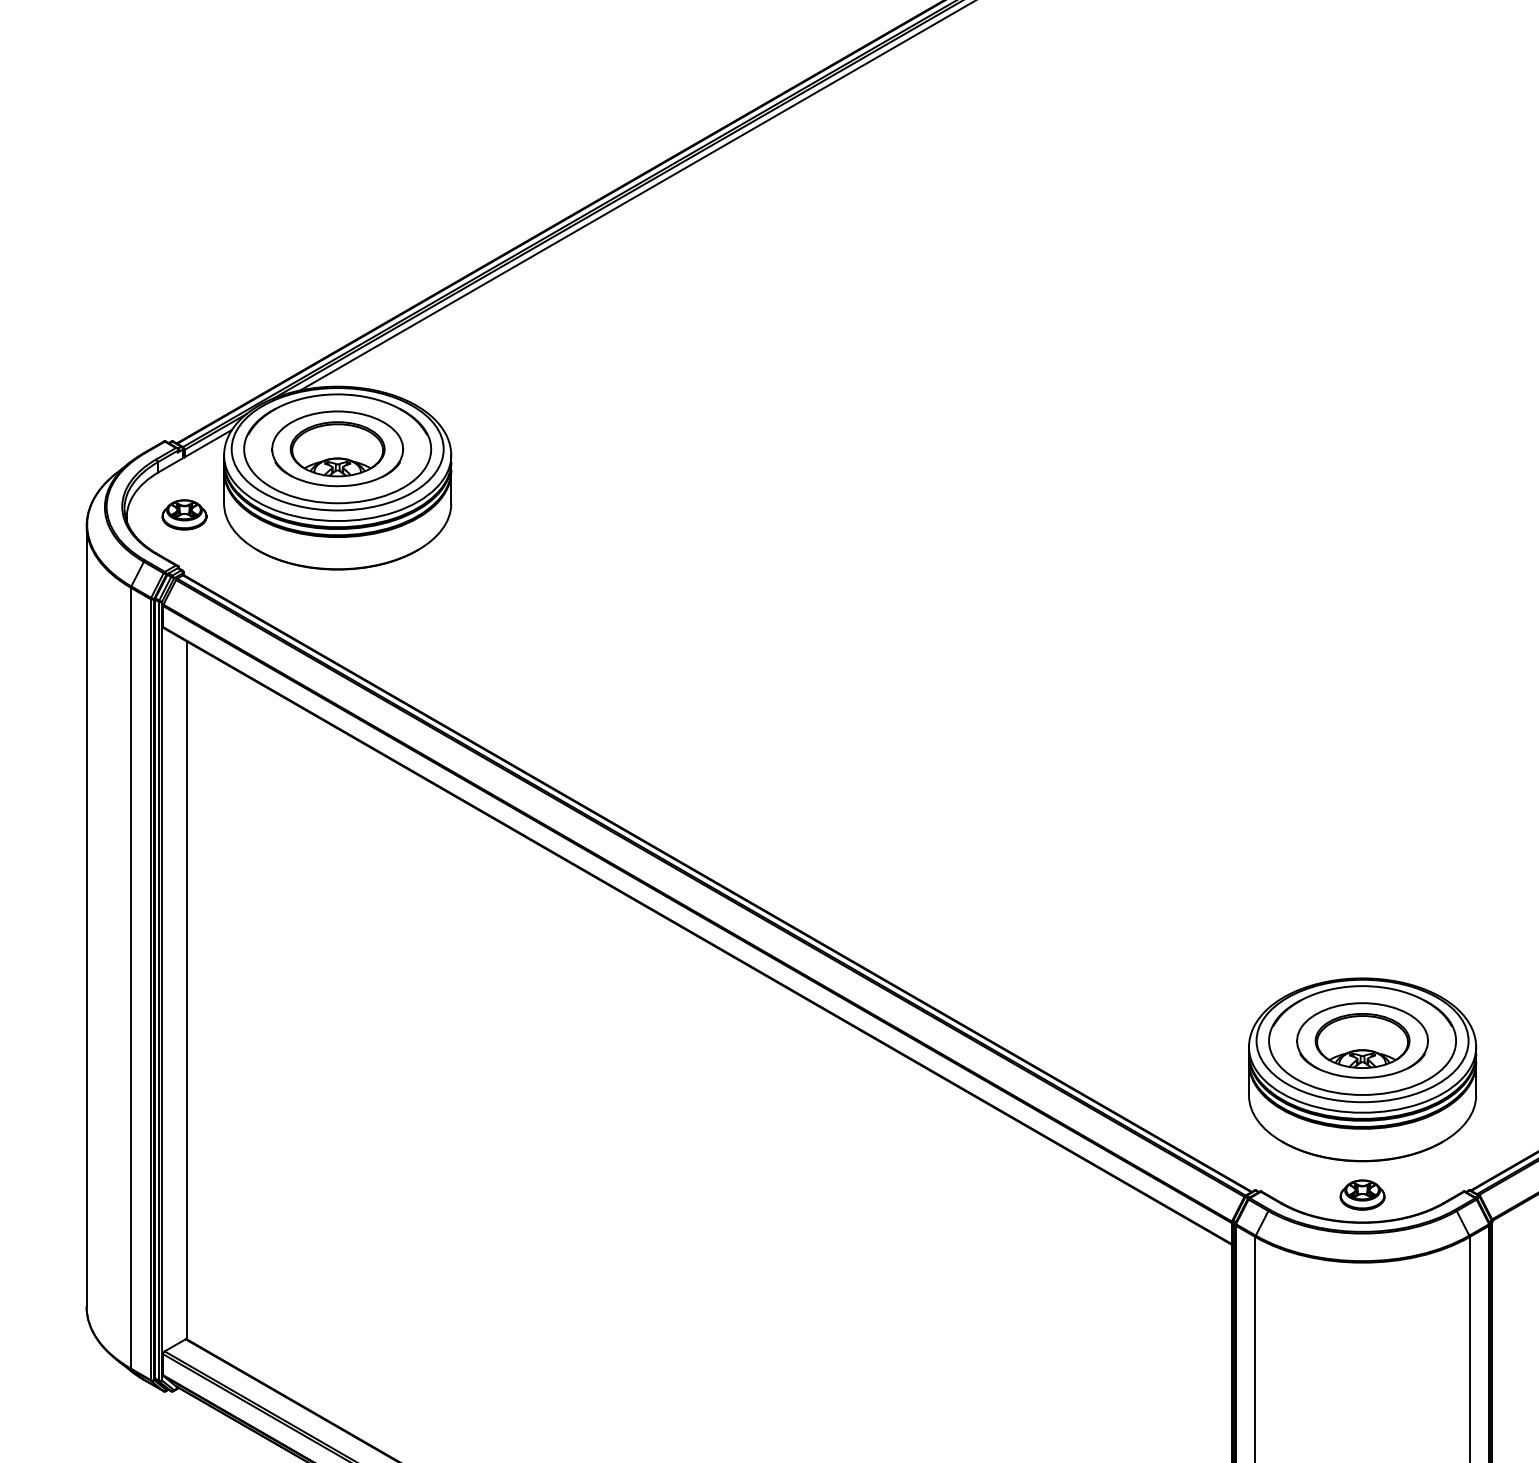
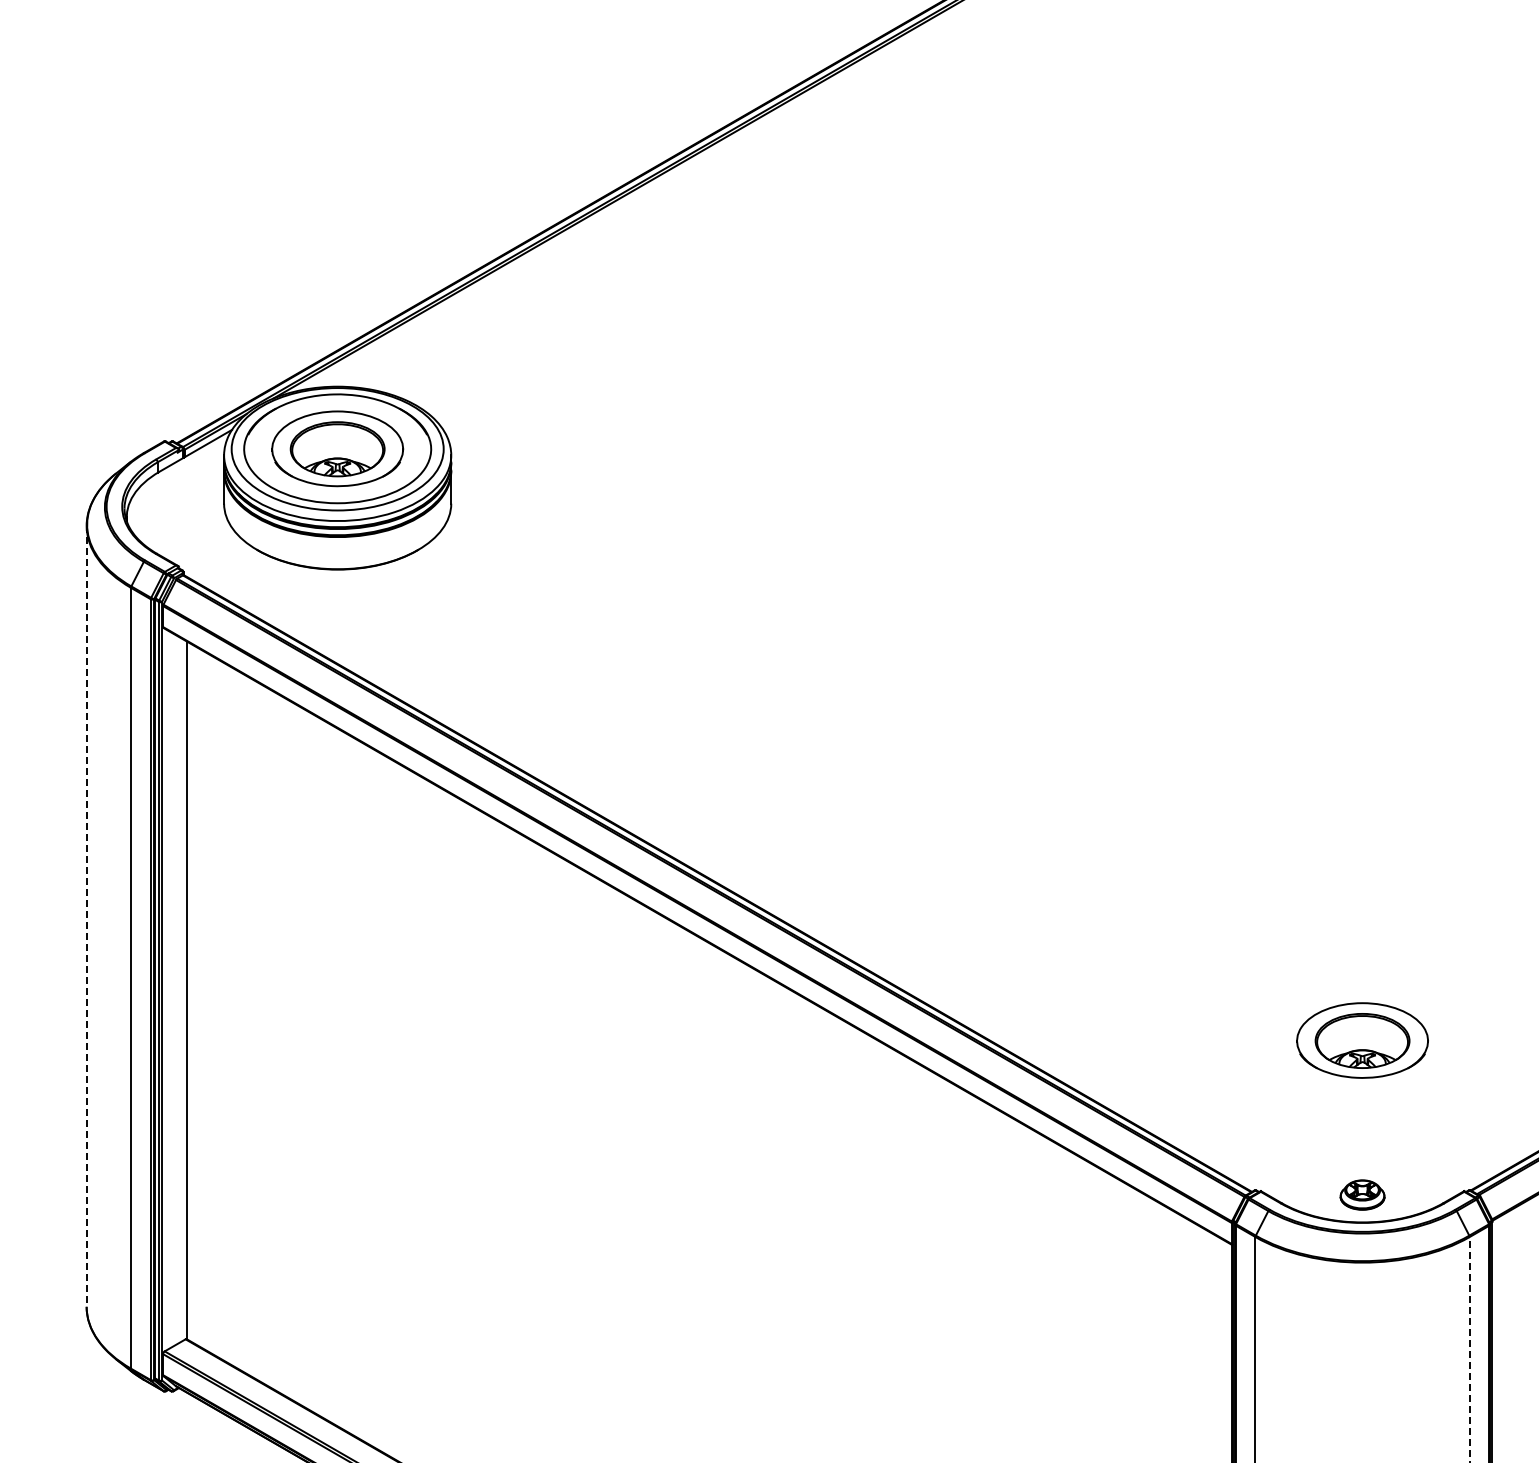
line at (636, 196): present -> none
part at (184, 514): present -> none
line at (86, 916): solid -> dashed
part at (1362, 1069): present -> none
line at (1469, 1349): solid -> dashed
